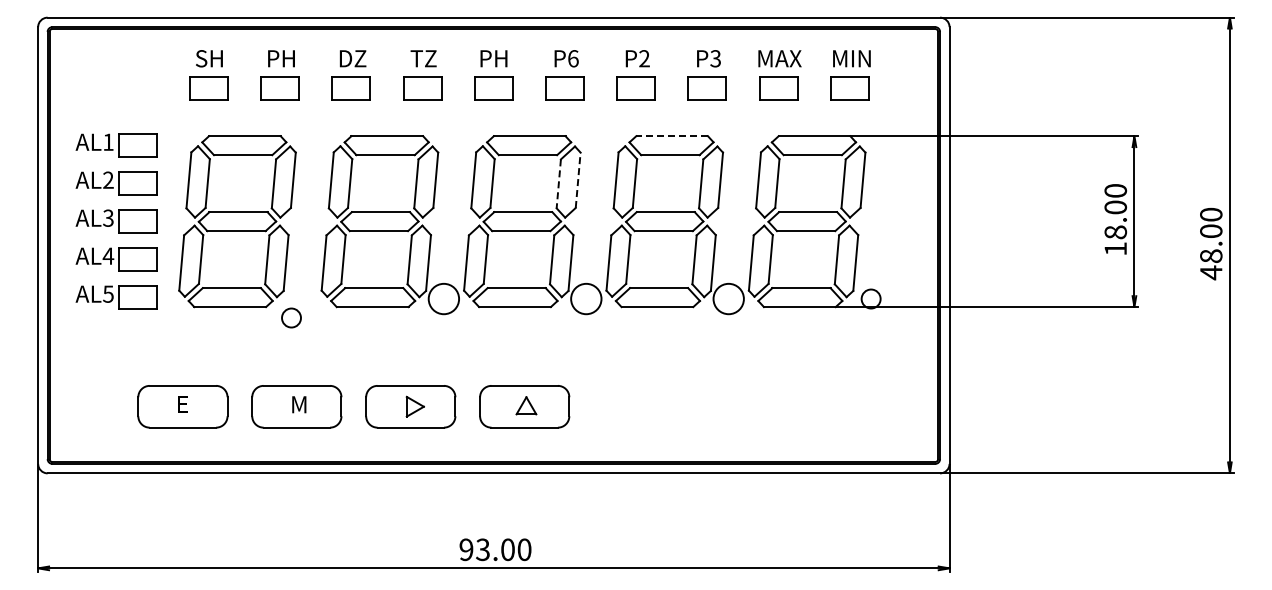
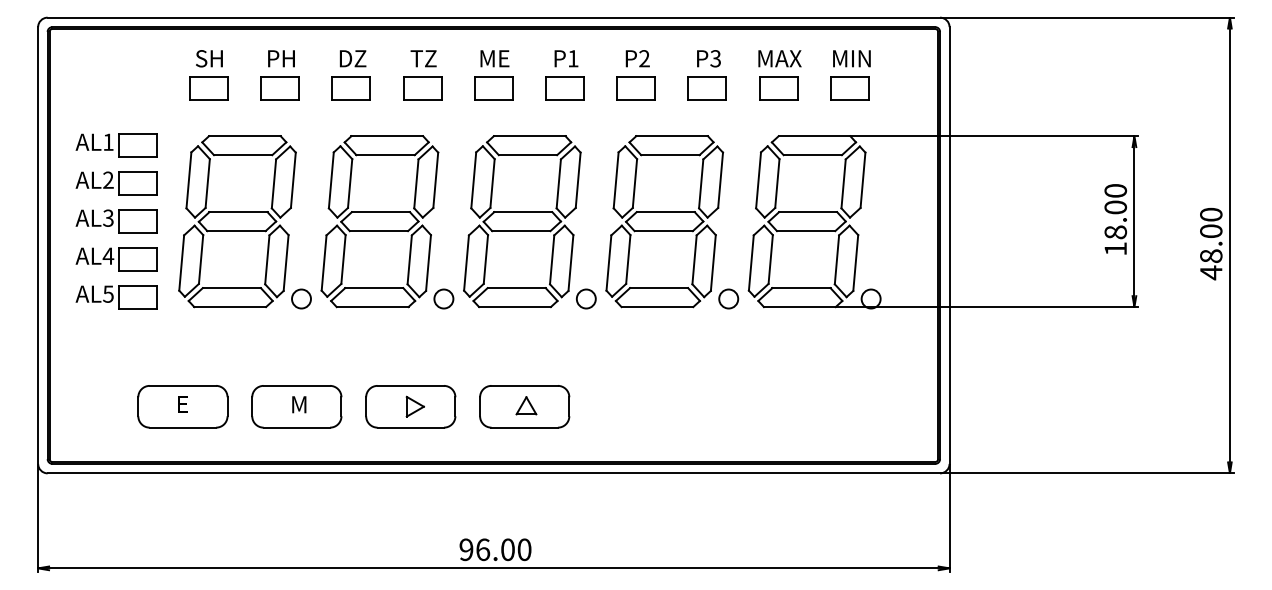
text at (495, 58): PH -> ME
text at (573, 58): P6 -> P1
line at (672, 136): dashed -> solid
line at (578, 180): dashed -> solid
line at (558, 183): dashed -> solid
circle at (443, 298) diameter: 30 px -> 19 px
circle at (586, 298) diameter: 30 px -> 19 px
circle at (728, 298) diameter: 30 px -> 19 px
circle at (291, 317) position: (291, 317) -> (301, 298)
text at (483, 549): 93.00 -> 96.00
